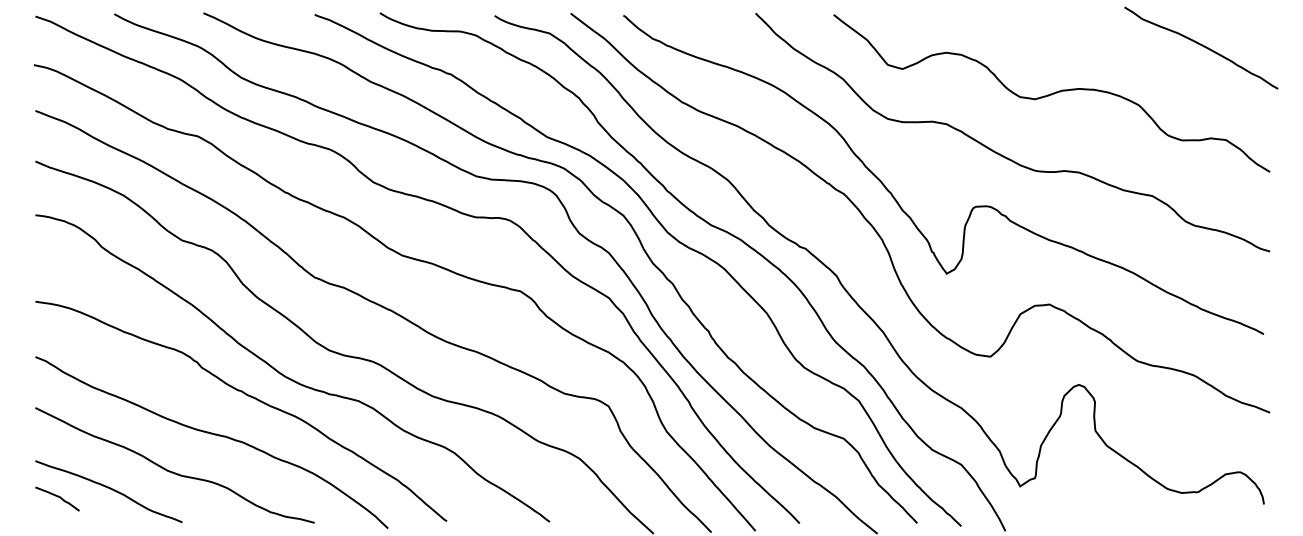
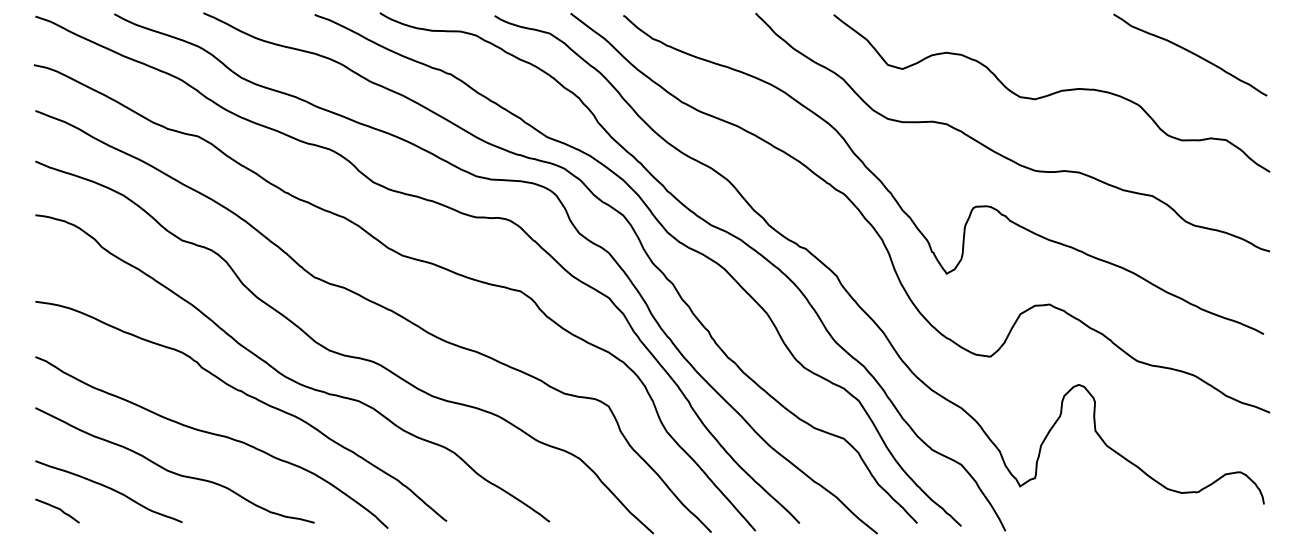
curve at (1201, 46) position: (1201, 46) -> (1190, 53)
curve at (57, 497) position: (57, 497) -> (57, 509)
